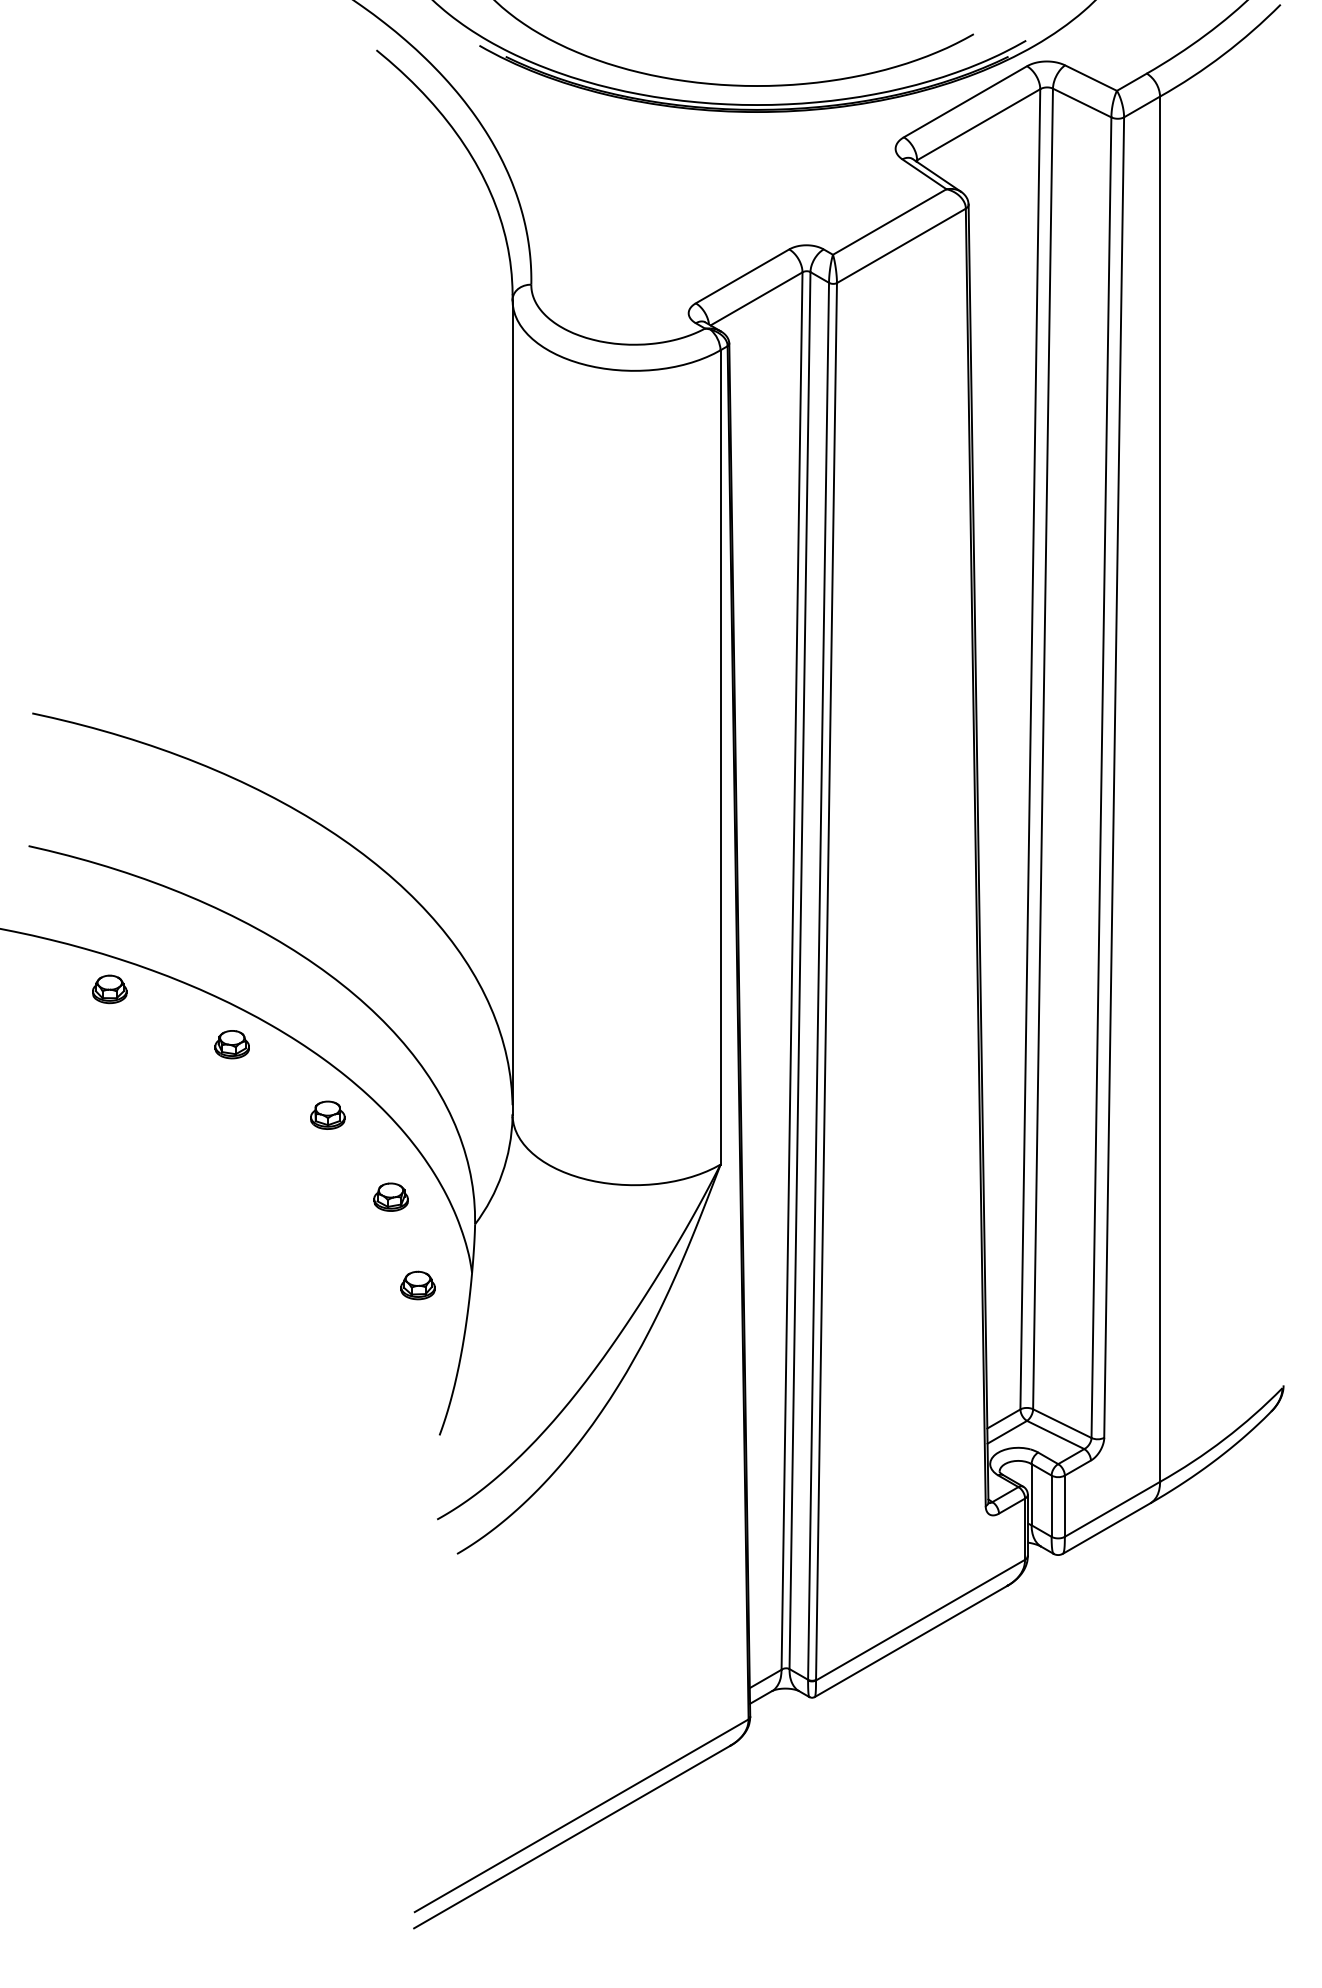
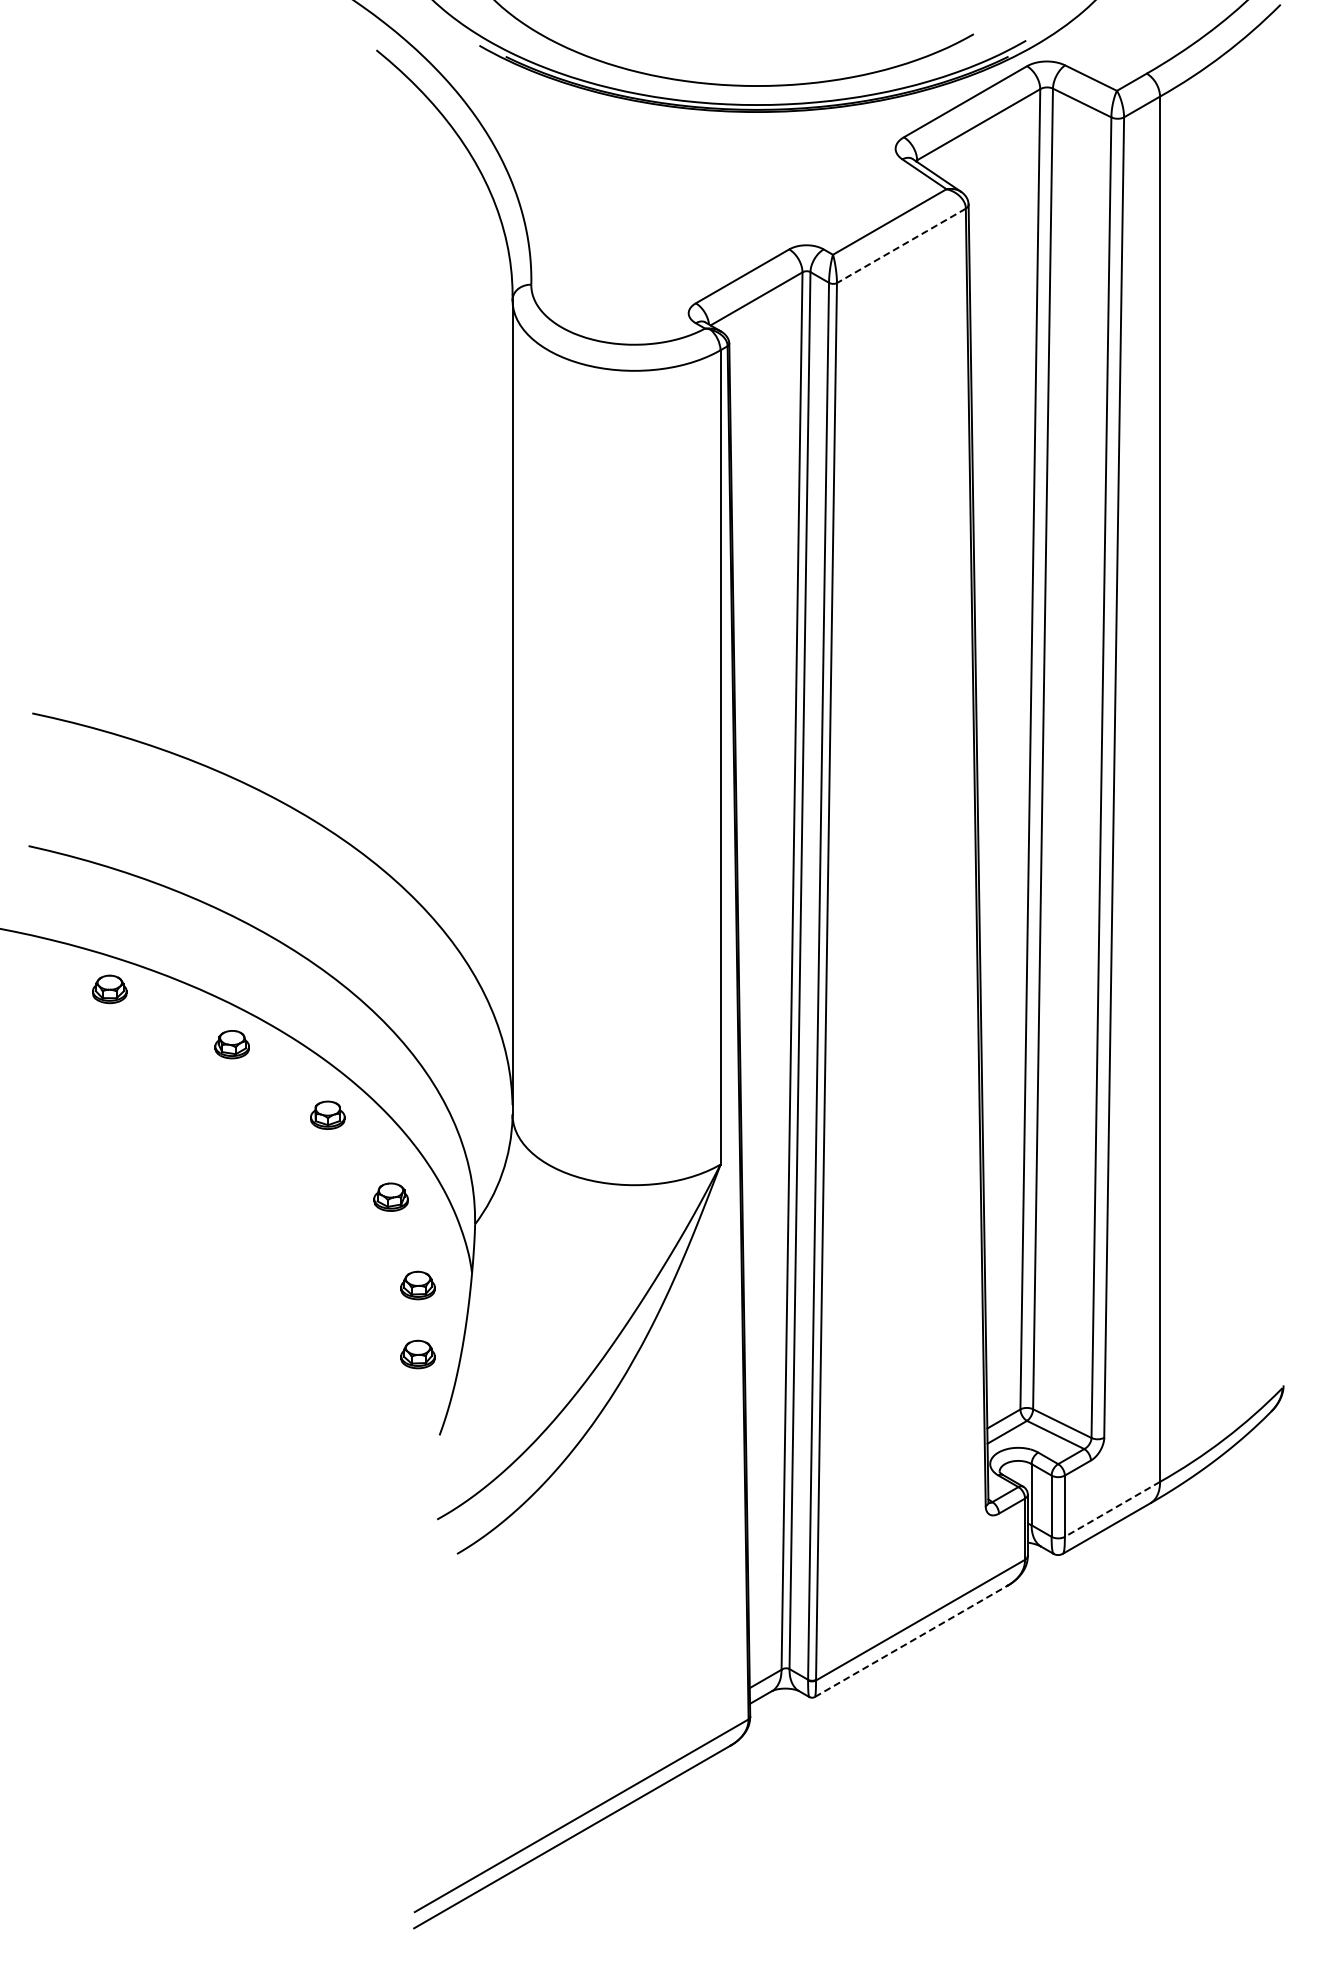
line at (900, 246): solid -> dashed
part at (417, 1354): none -> present
line at (1112, 1509): solid -> dashed
line at (911, 1641): solid -> dashed
